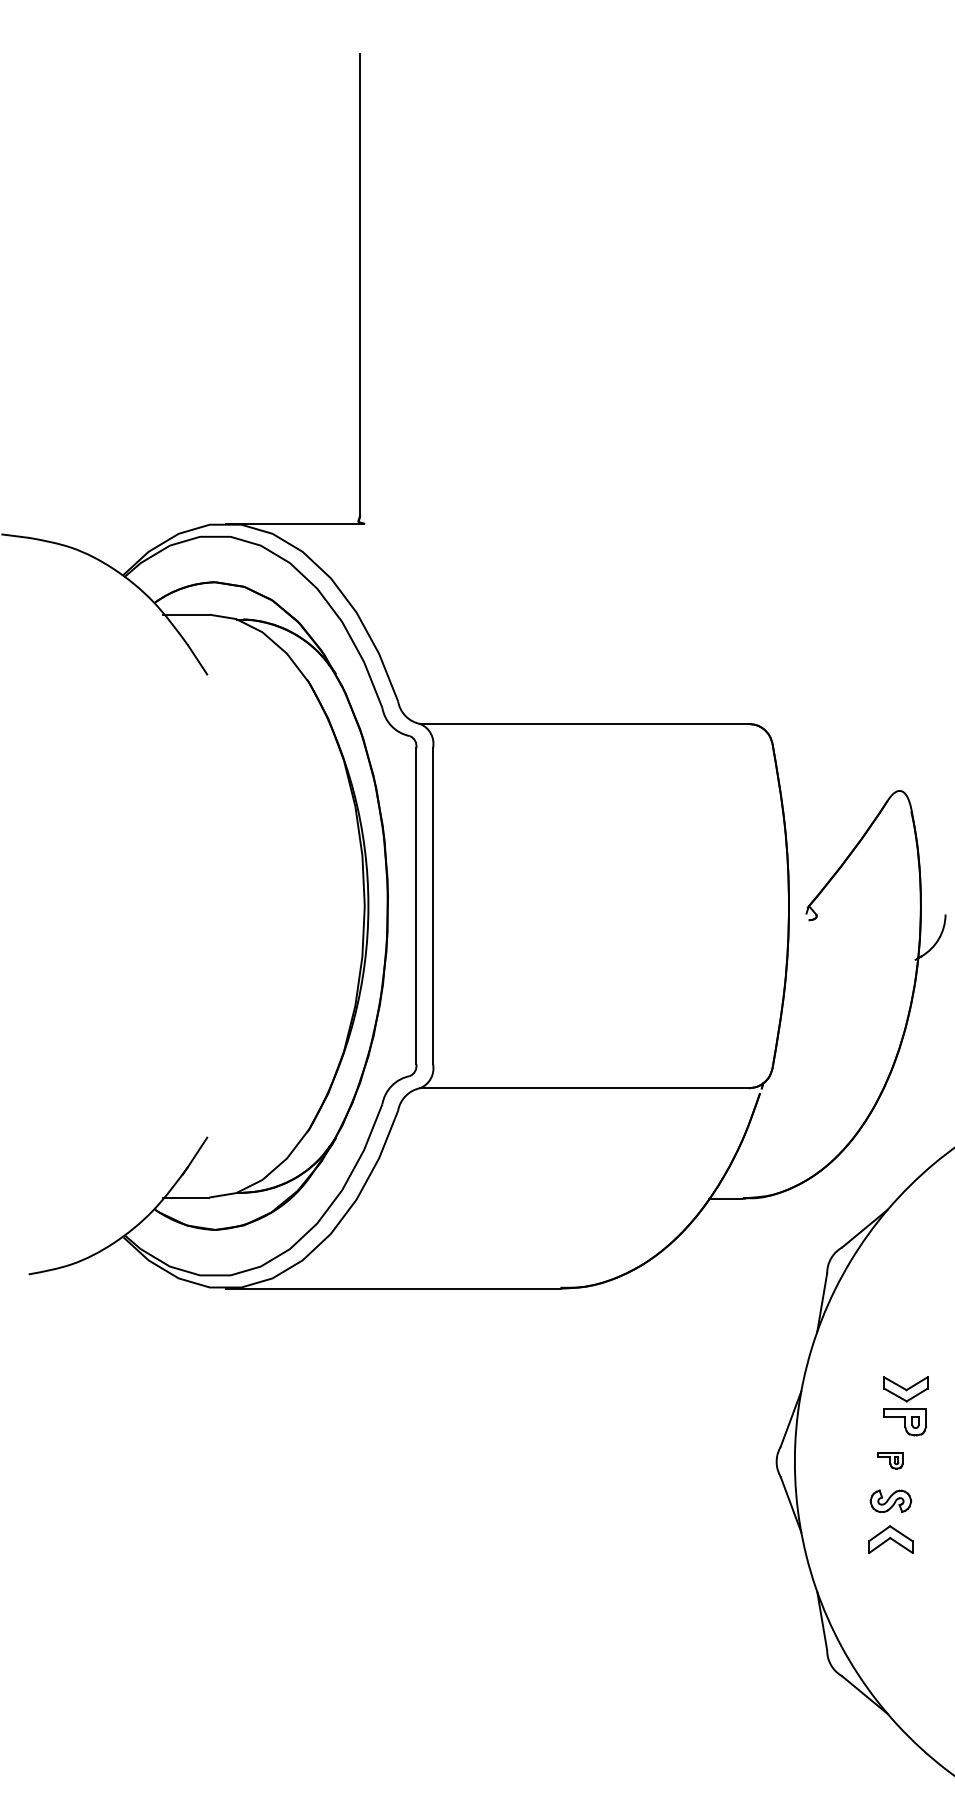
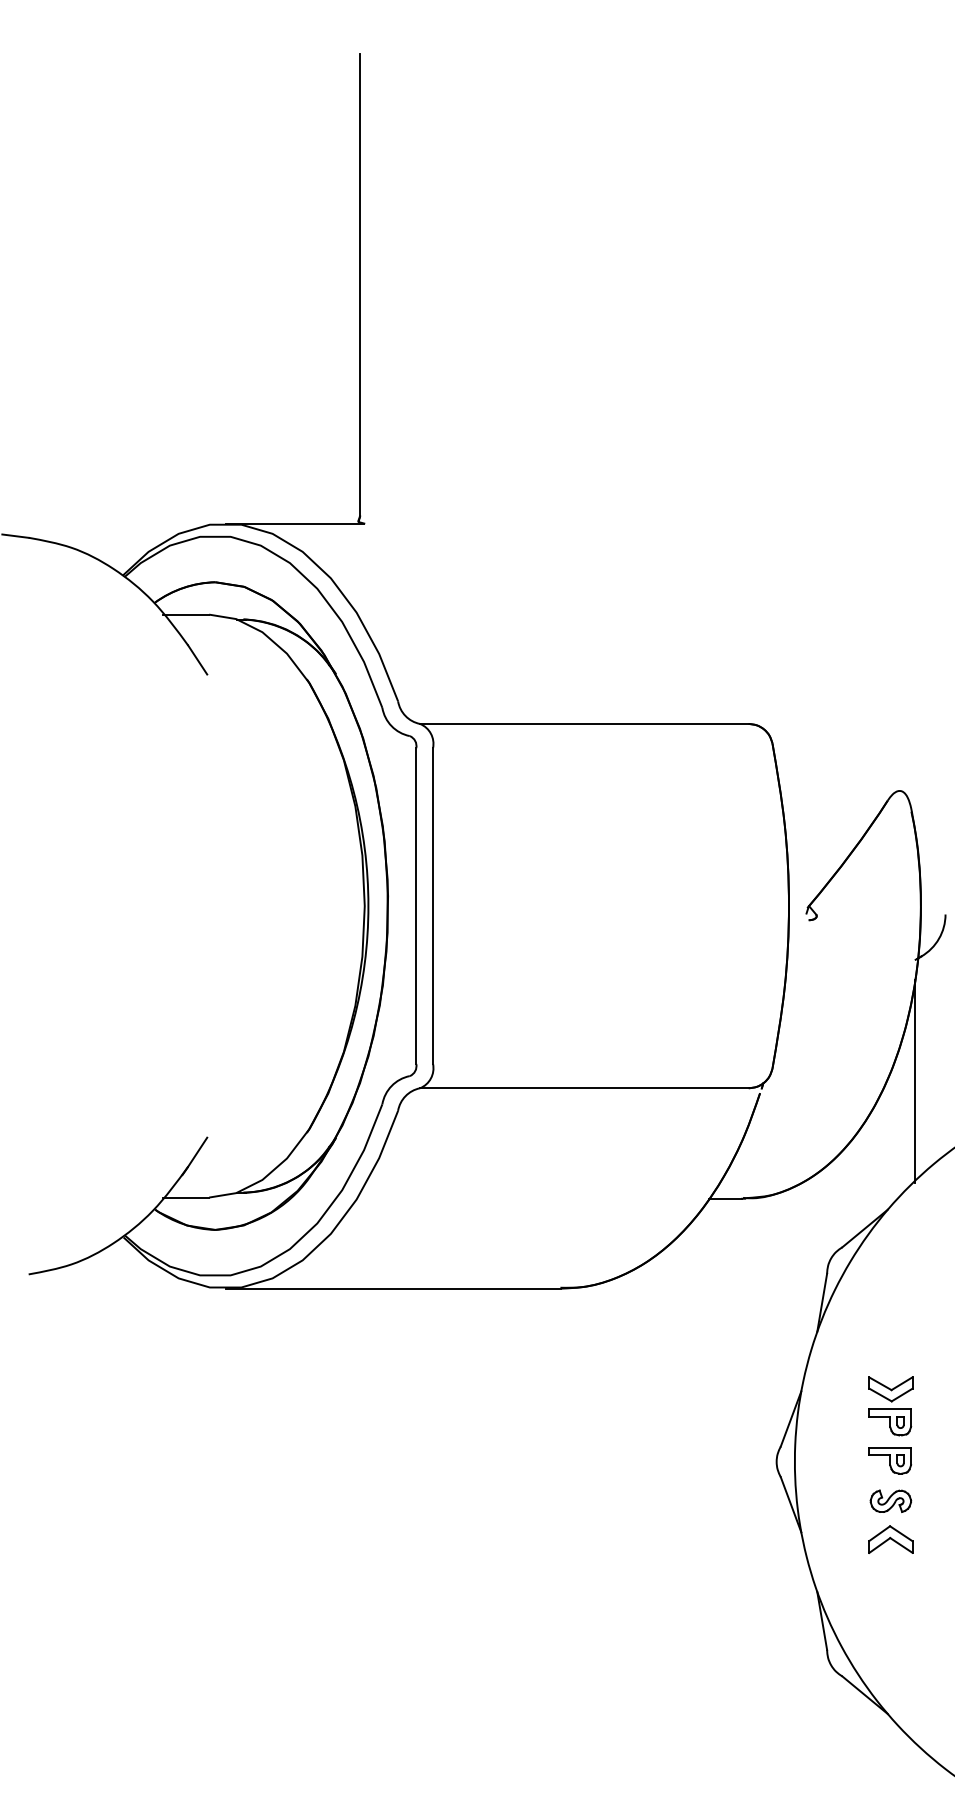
line at (915, 1081): none -> present
part at (905, 1406) position: (905, 1406) -> (890, 1406)
part at (890, 1460) size: 27x18 px -> 45x28 px
